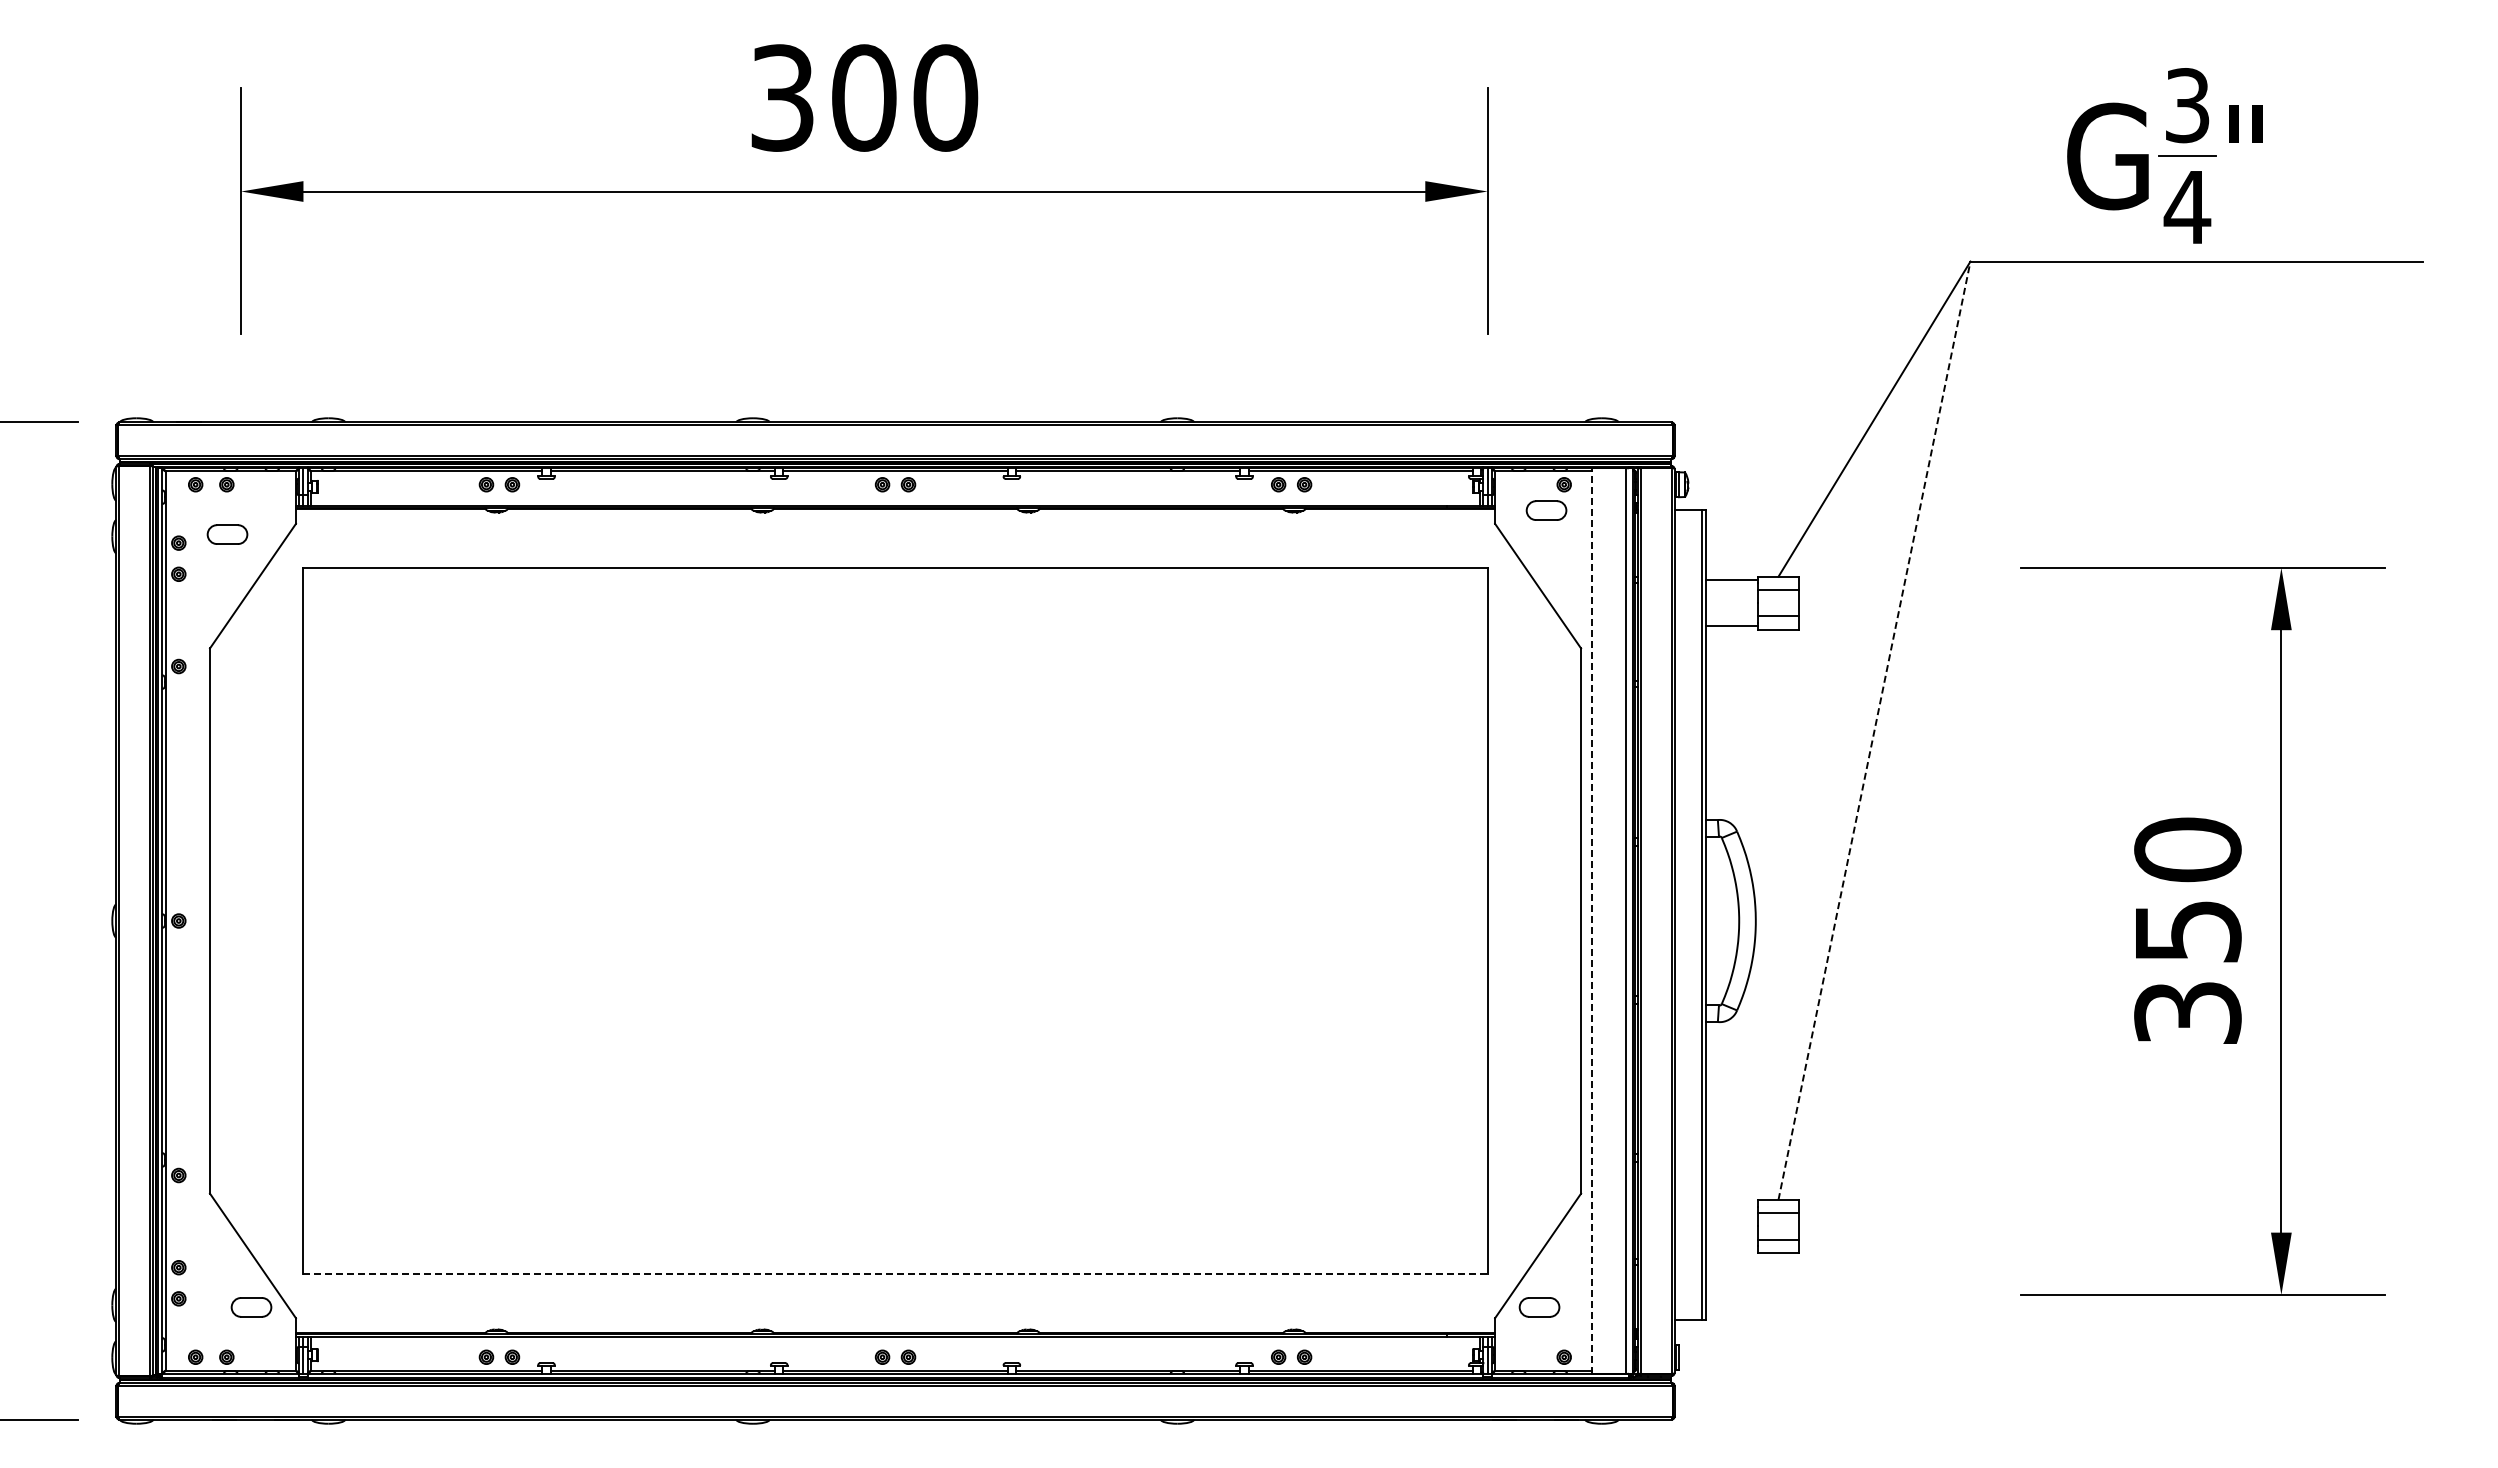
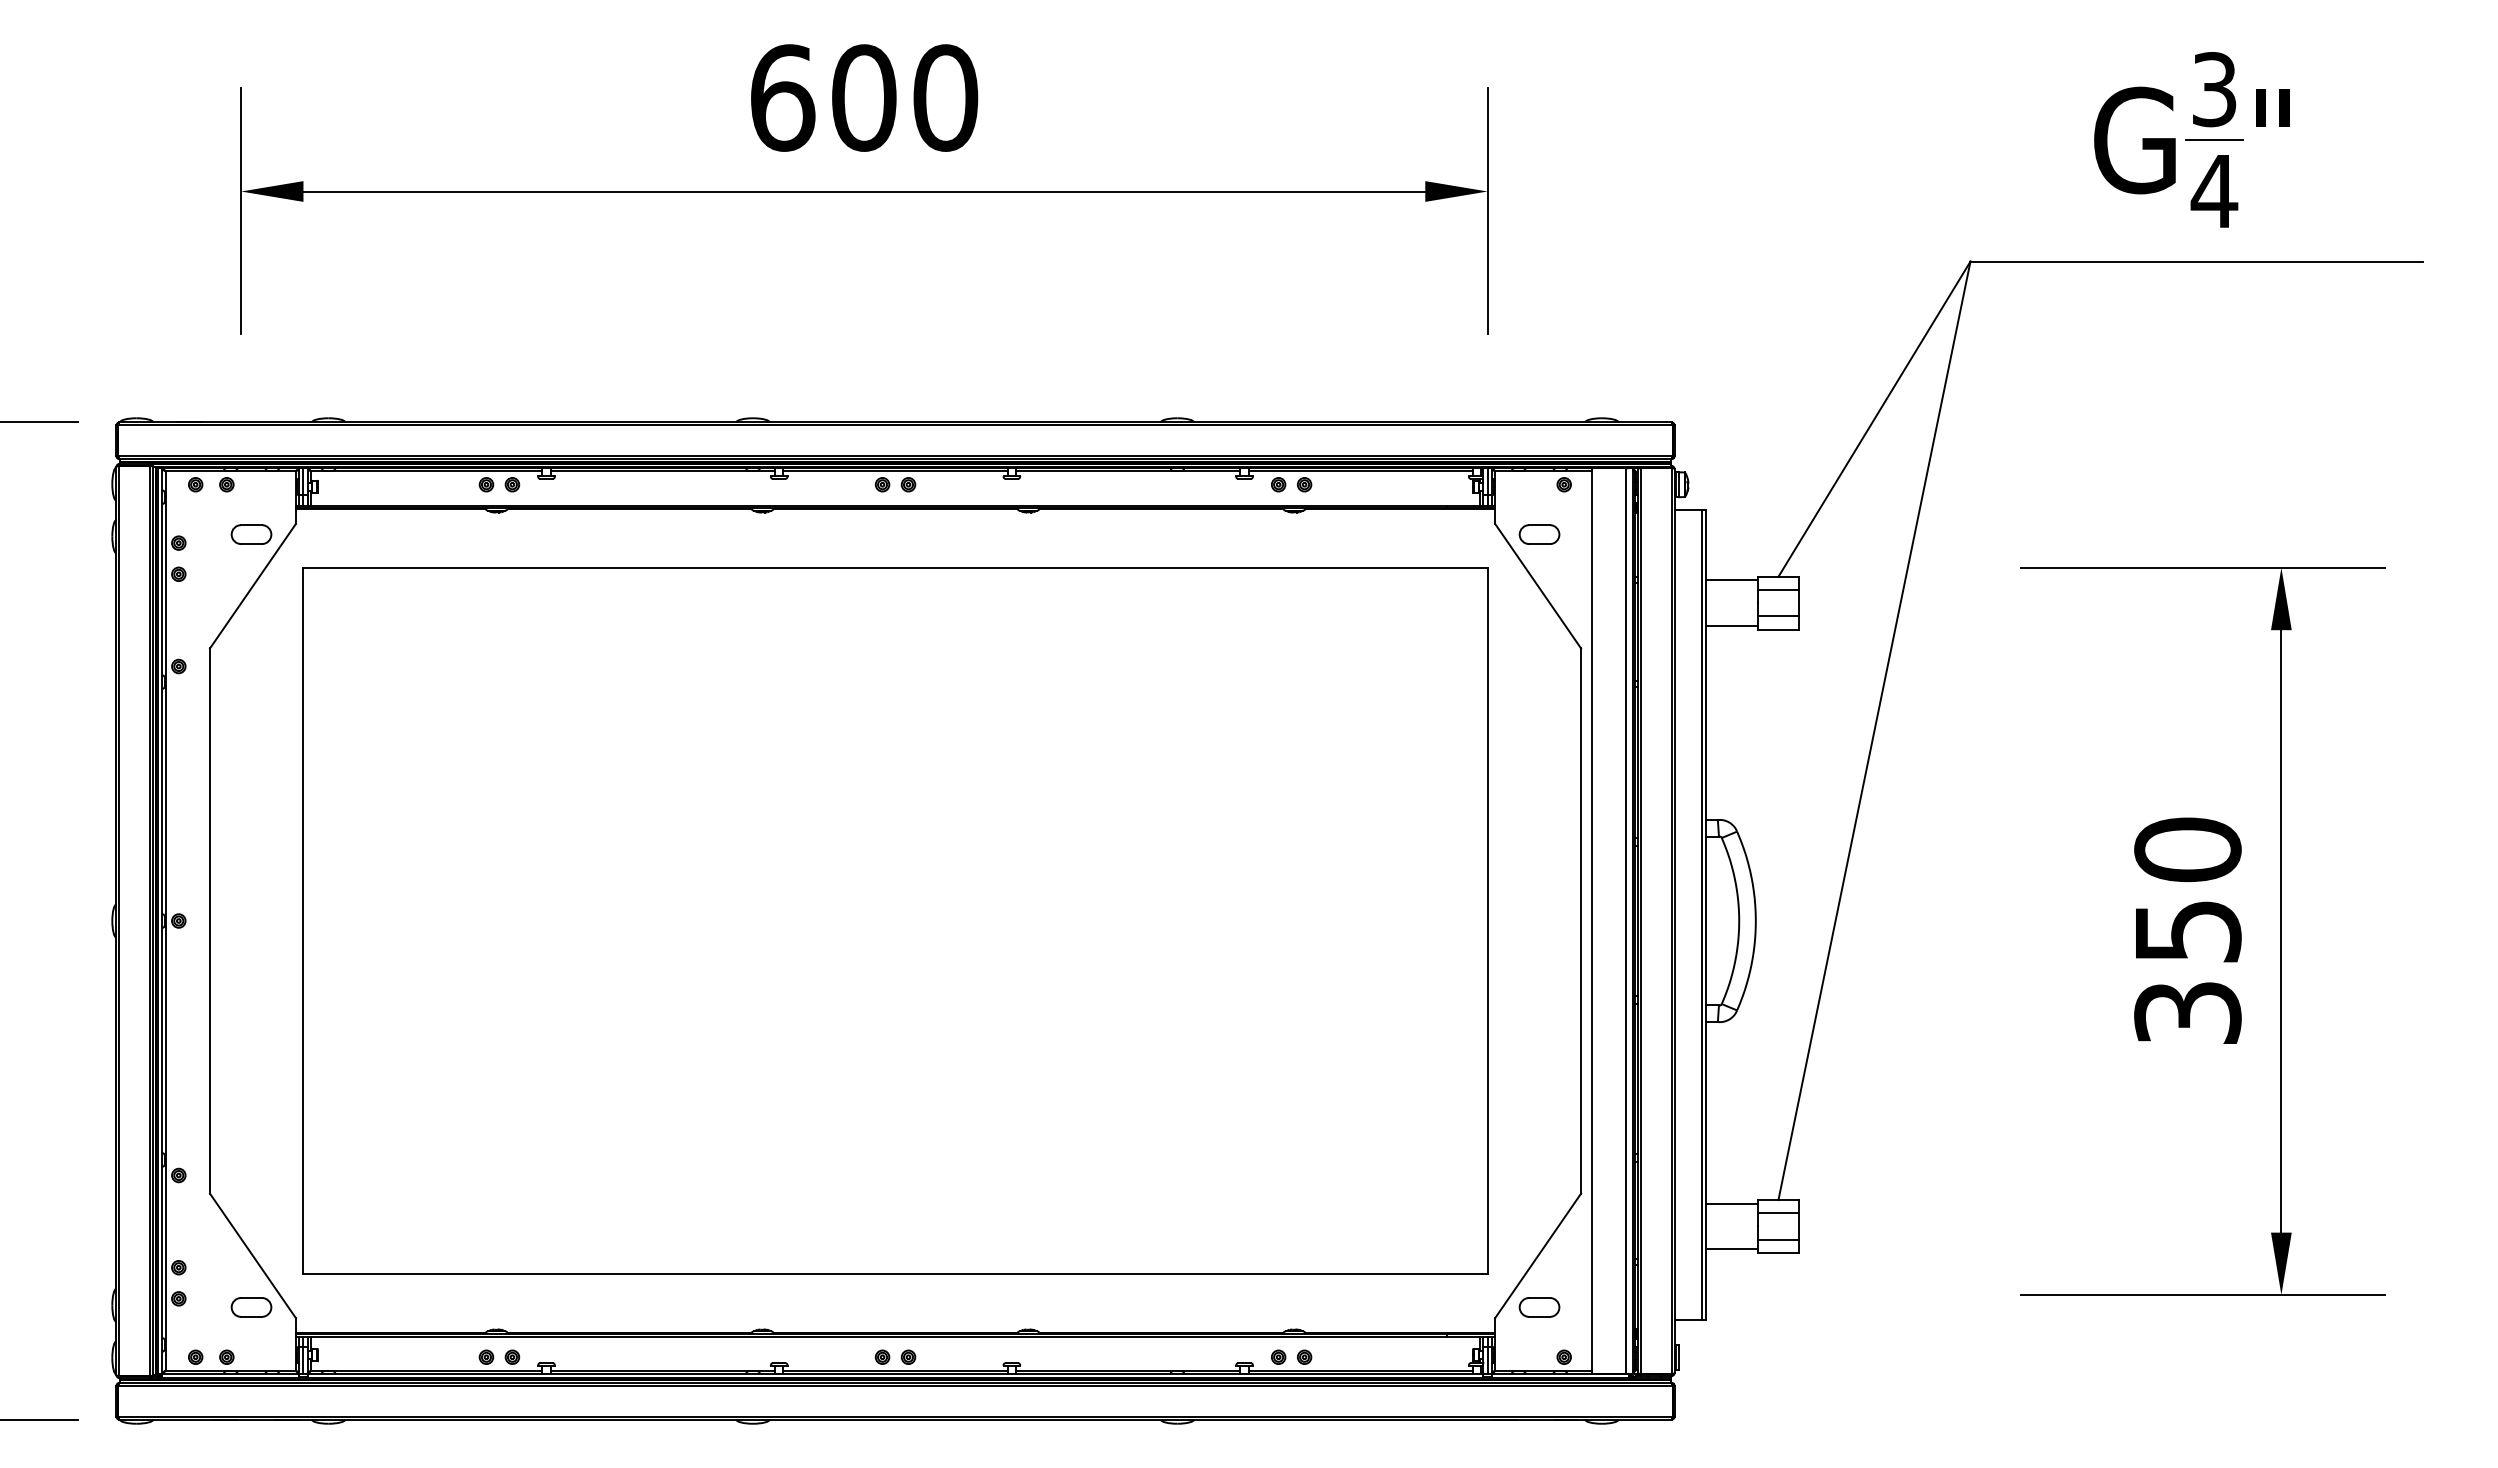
text at (783, 97): 300 -> 600
part at (2164, 155) position: (2164, 155) -> (2191, 139)
part at (1546, 510) position: (1546, 510) -> (1539, 534)
part at (227, 534) position: (227, 534) -> (251, 534)
line at (1874, 730): dashed -> solid
line at (1591, 921): dashed -> solid
line at (1731, 1203): none -> present
line at (1731, 1249): none -> present
line at (896, 1274): dashed -> solid
